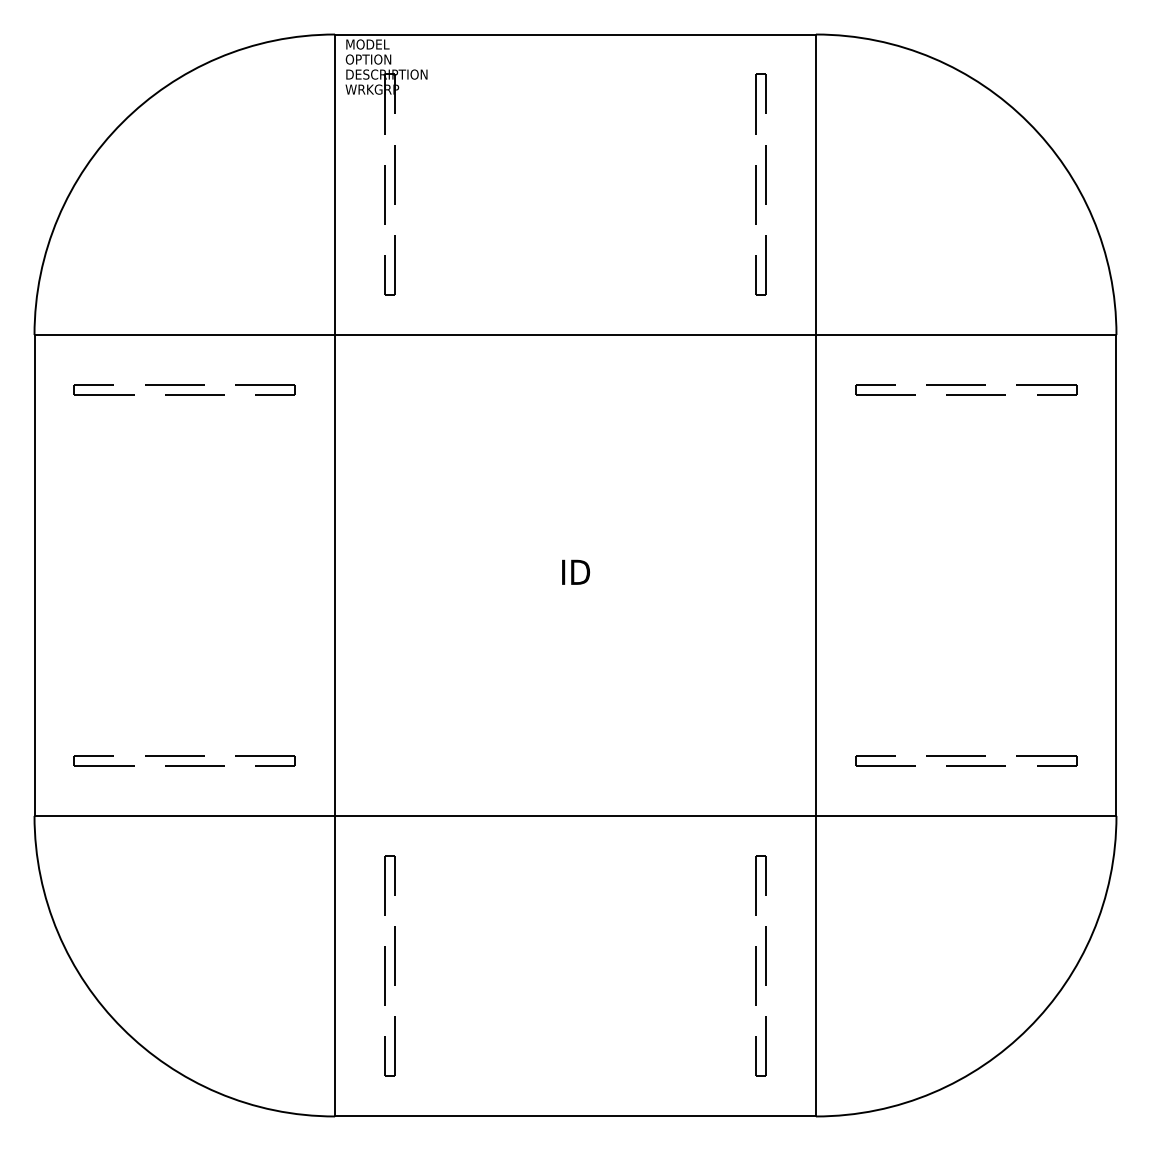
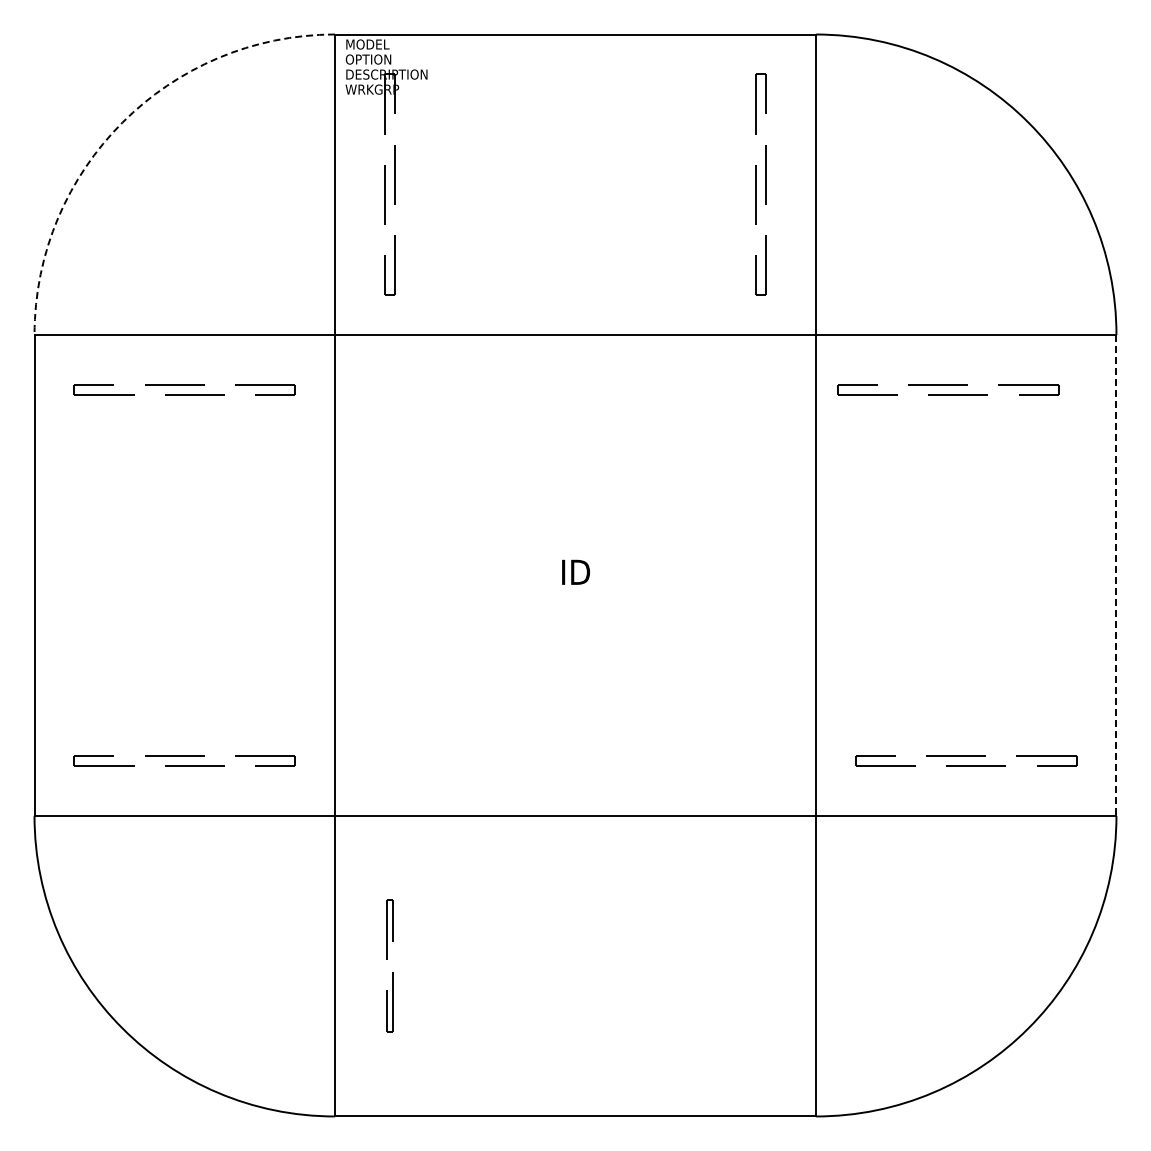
arc at (122, 122): solid -> dashed
part at (966, 389) position: (966, 389) -> (948, 389)
line at (1116, 575): solid -> dashed
part at (389, 965) size: 12x222 px -> 8x134 px
part at (760, 965): present -> none
